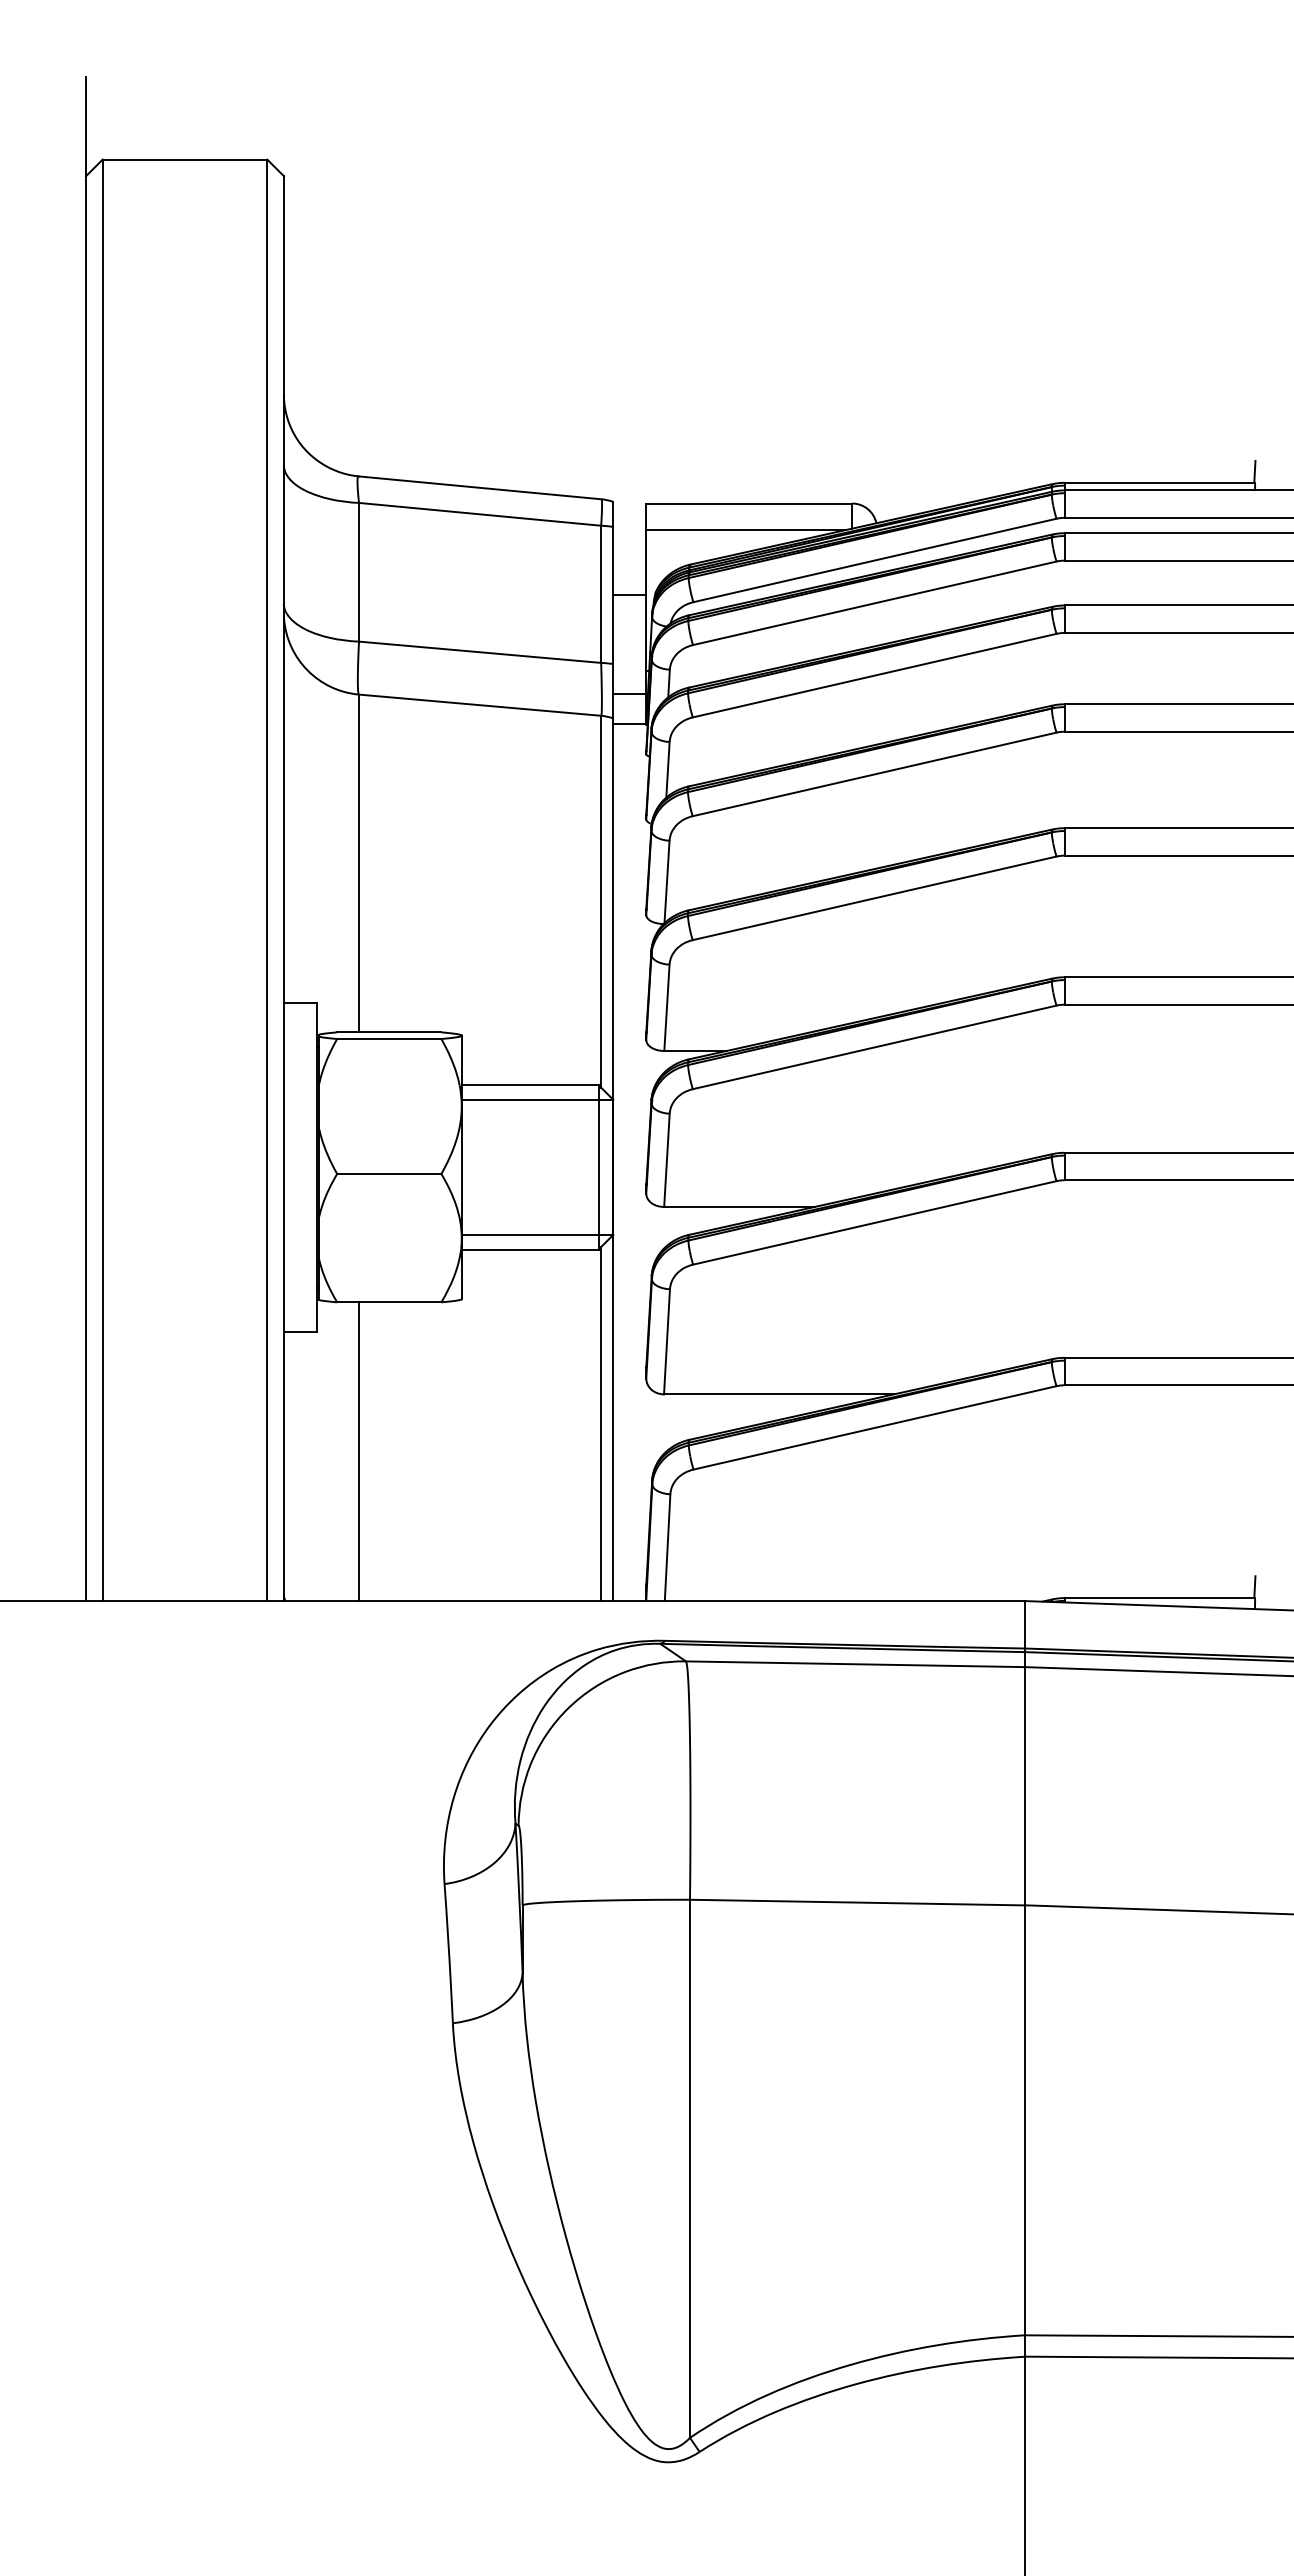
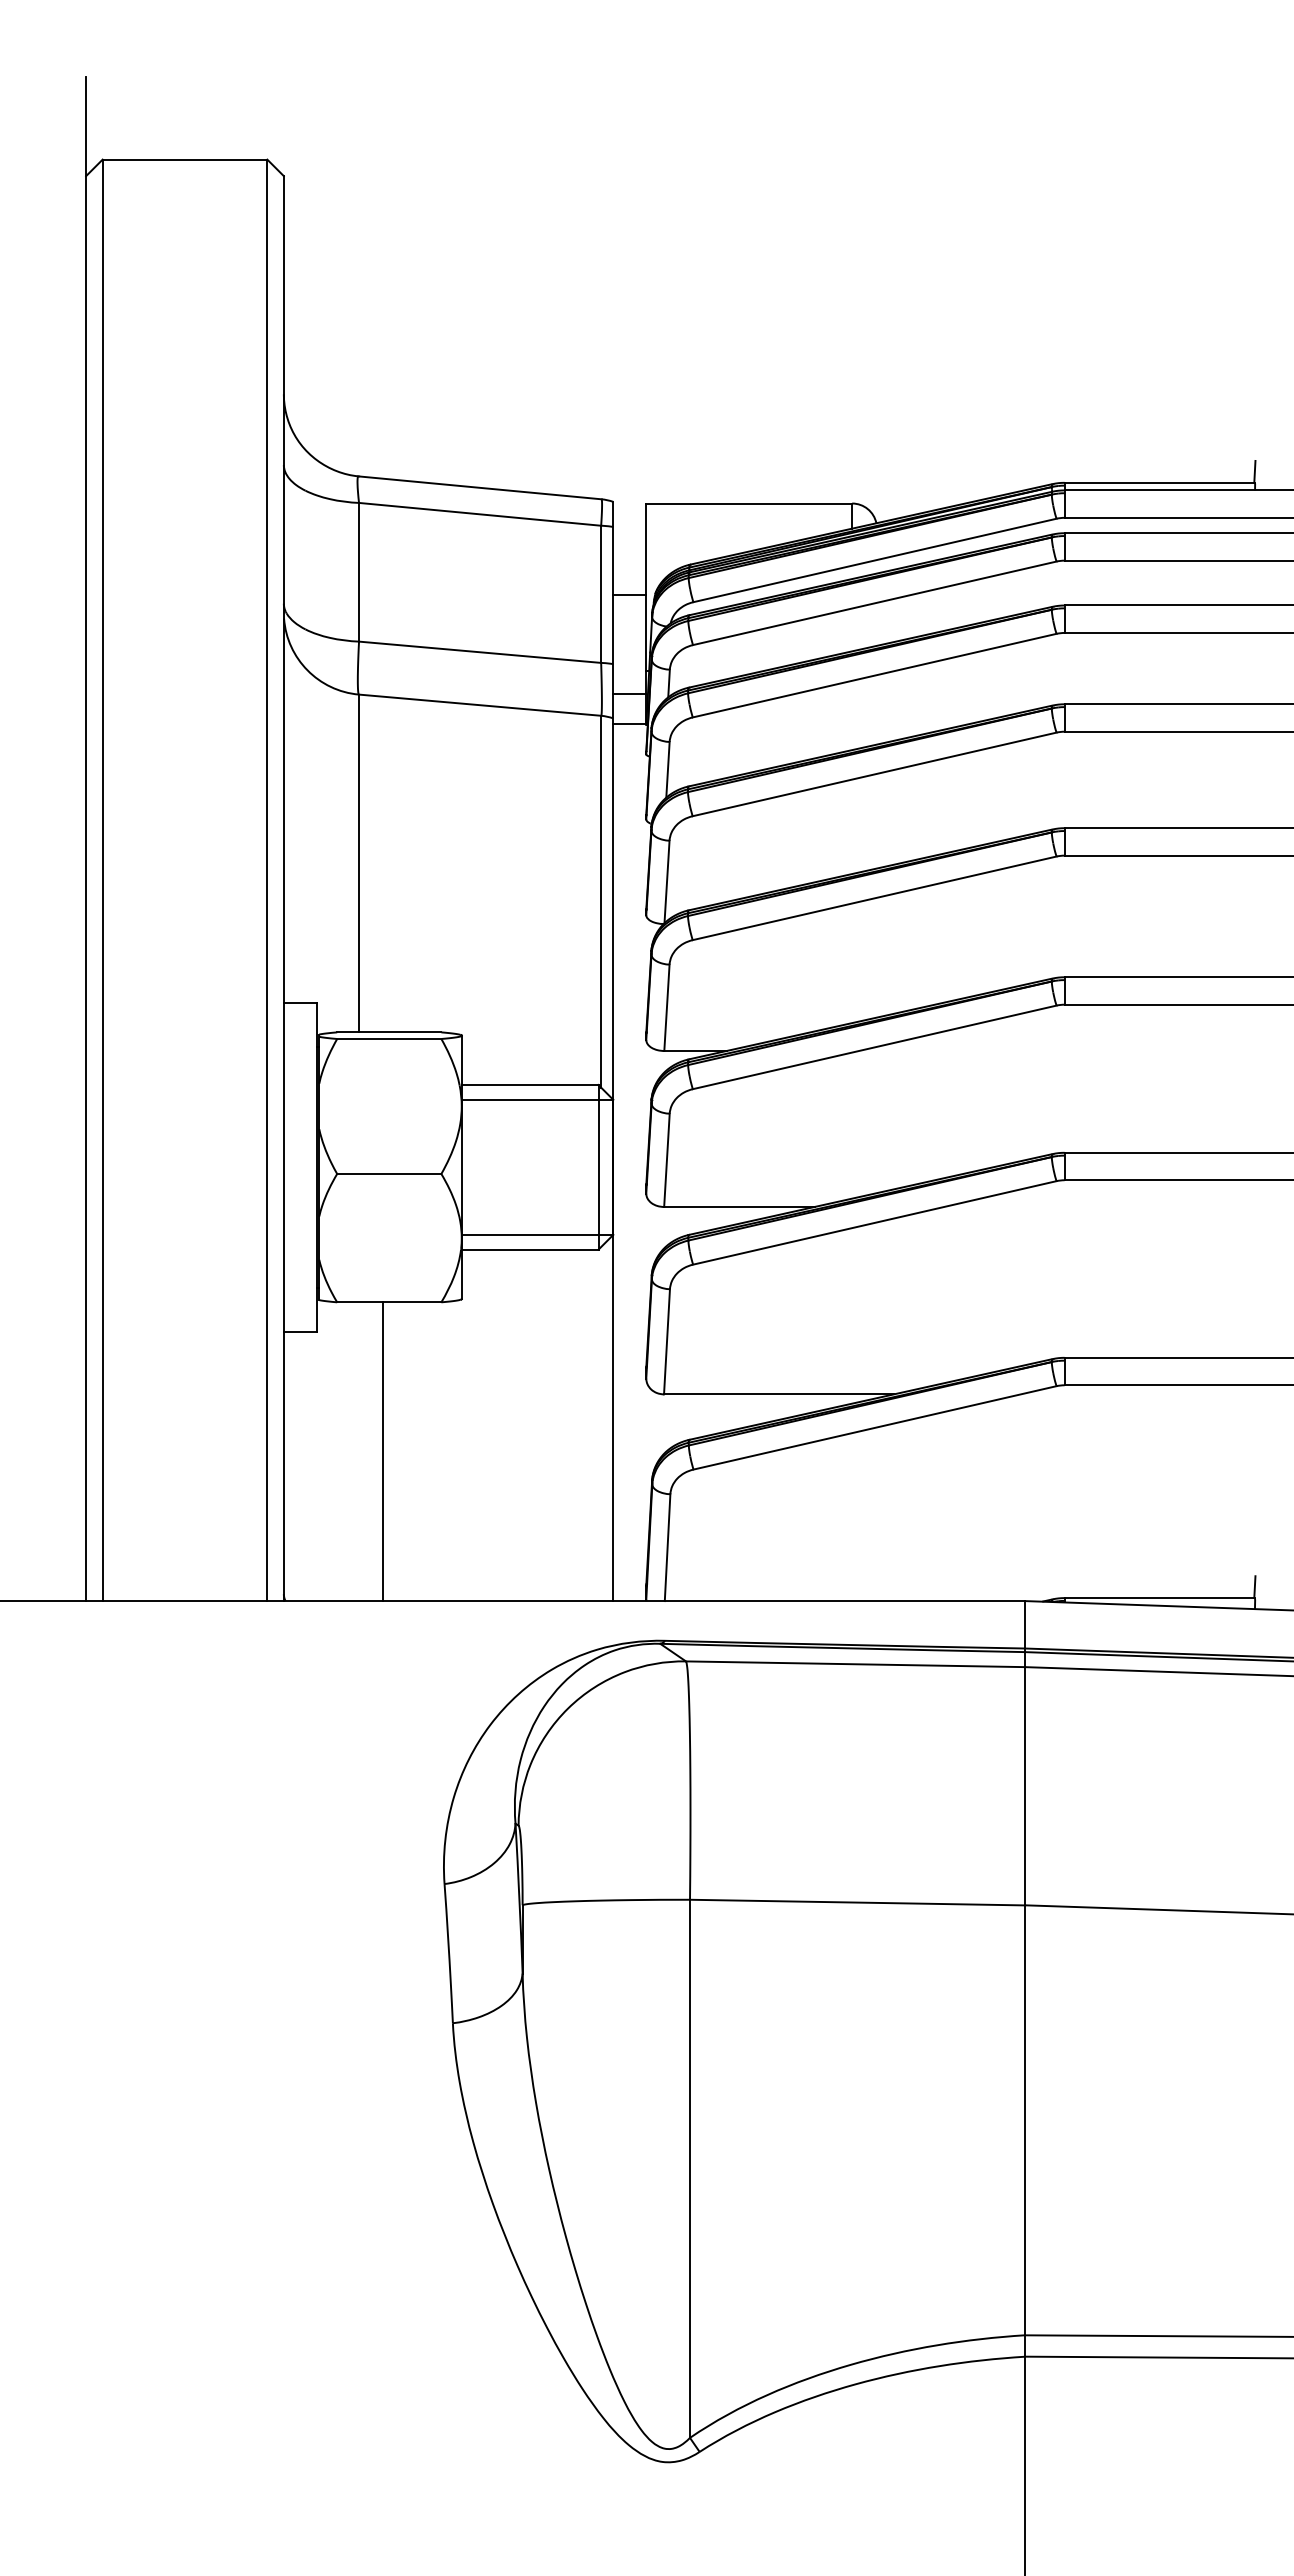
line at (745, 530): present -> none
line at (601, 1424): present -> none
line at (359, 1451) position: (359, 1451) -> (383, 1451)
